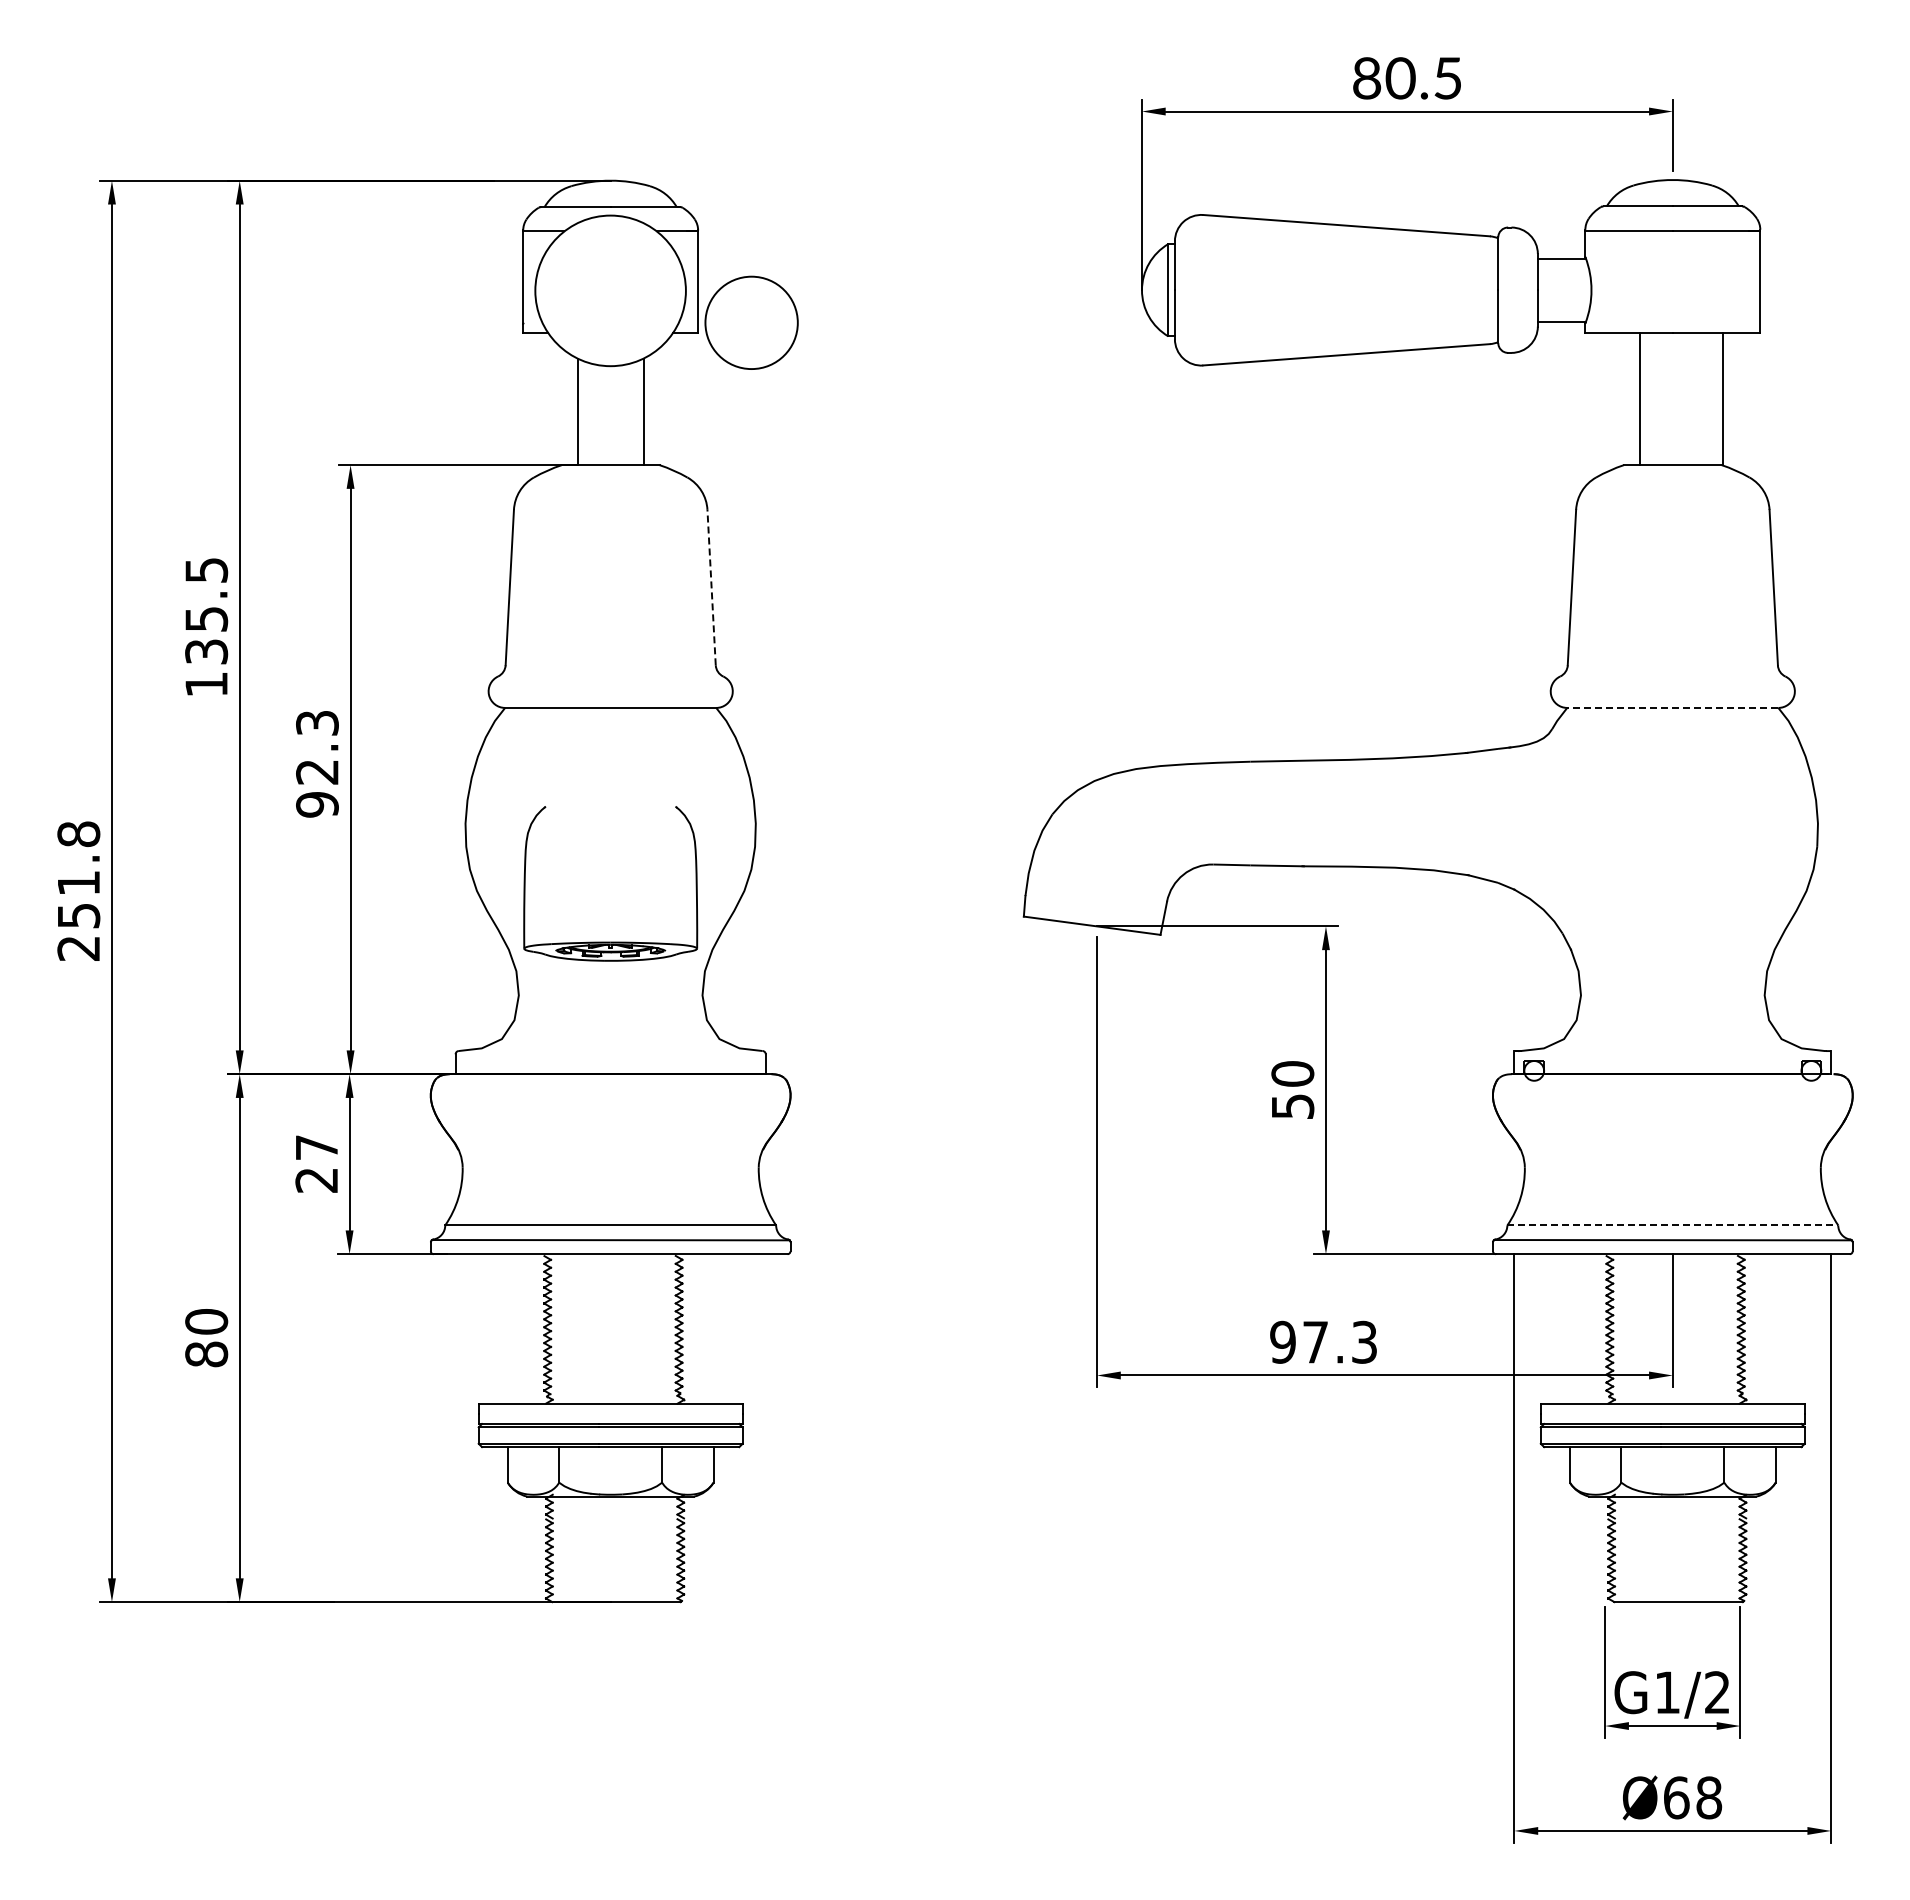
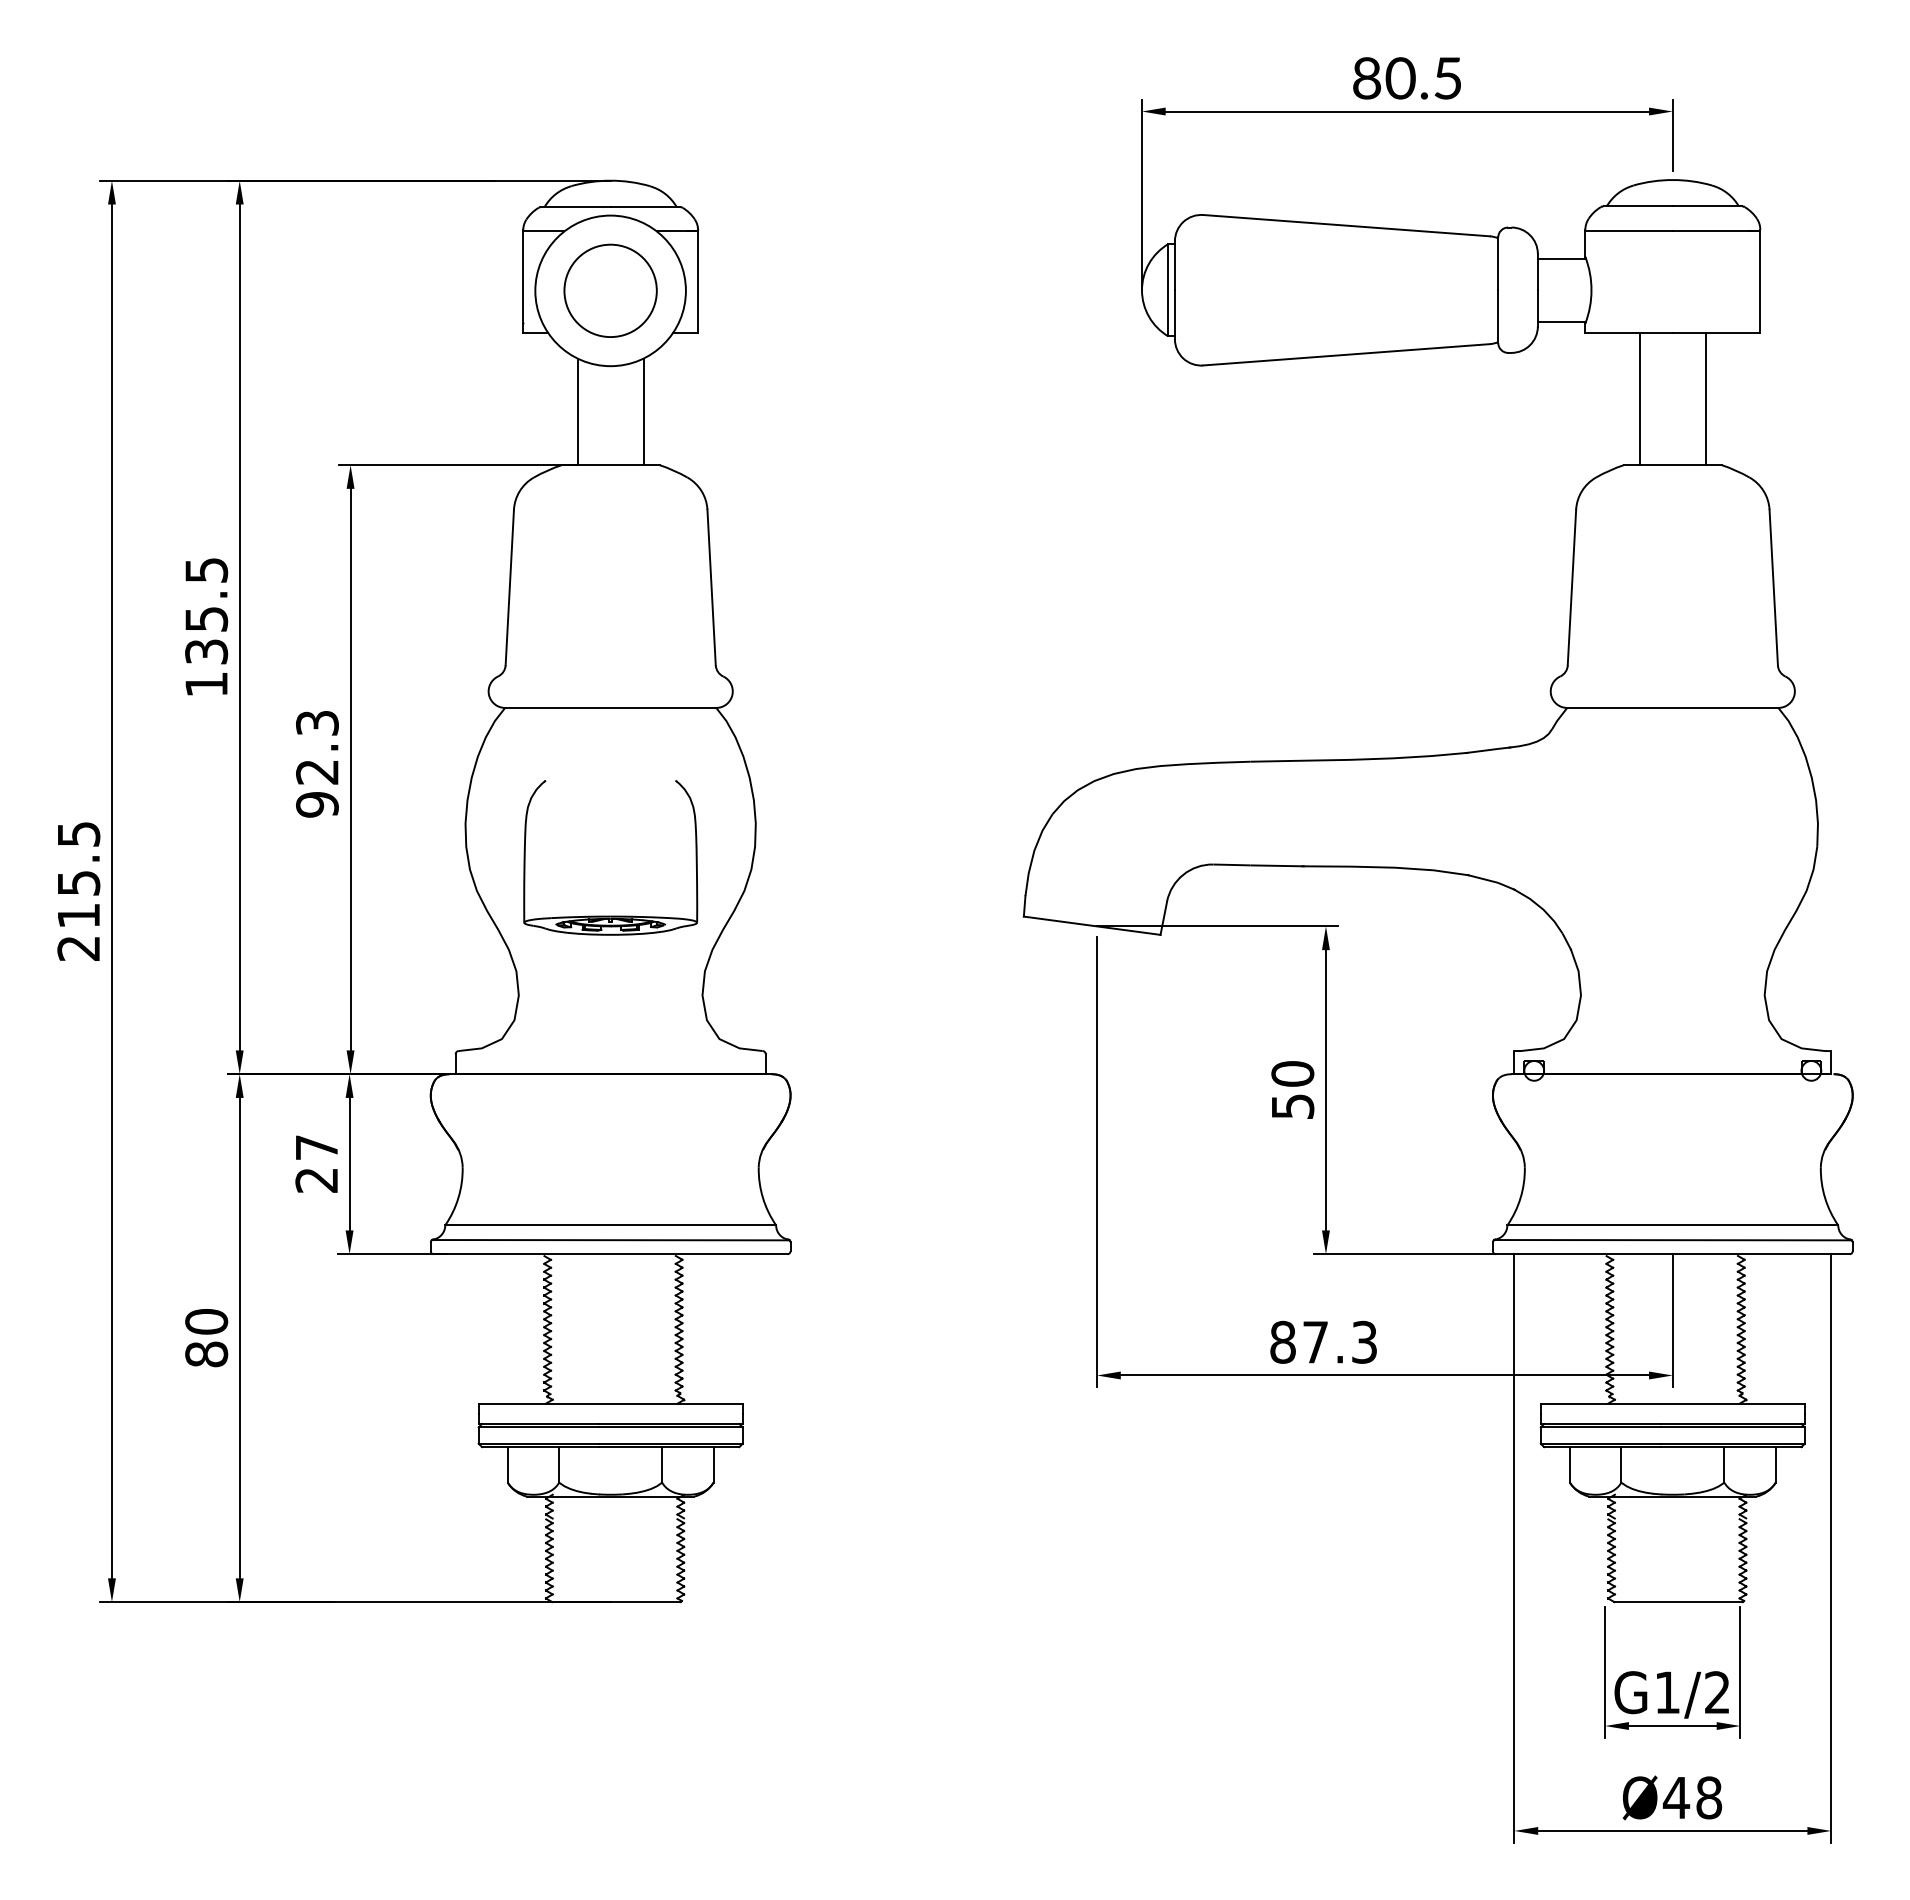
circle at (751, 322) position: (751, 322) -> (610, 290)
line at (1722, 399) position: (1722, 399) -> (1705, 399)
line at (711, 587): dashed -> solid
line at (1672, 707): dashed -> solid
text at (78, 874): 251.8 -> 215.5
part at (610, 941) position: (610, 941) -> (610, 915)
line at (1673, 1225): dashed -> solid
text at (1282, 1342): 97.3 -> 87.3
text at (1676, 1797): Ø68 -> Ø48
